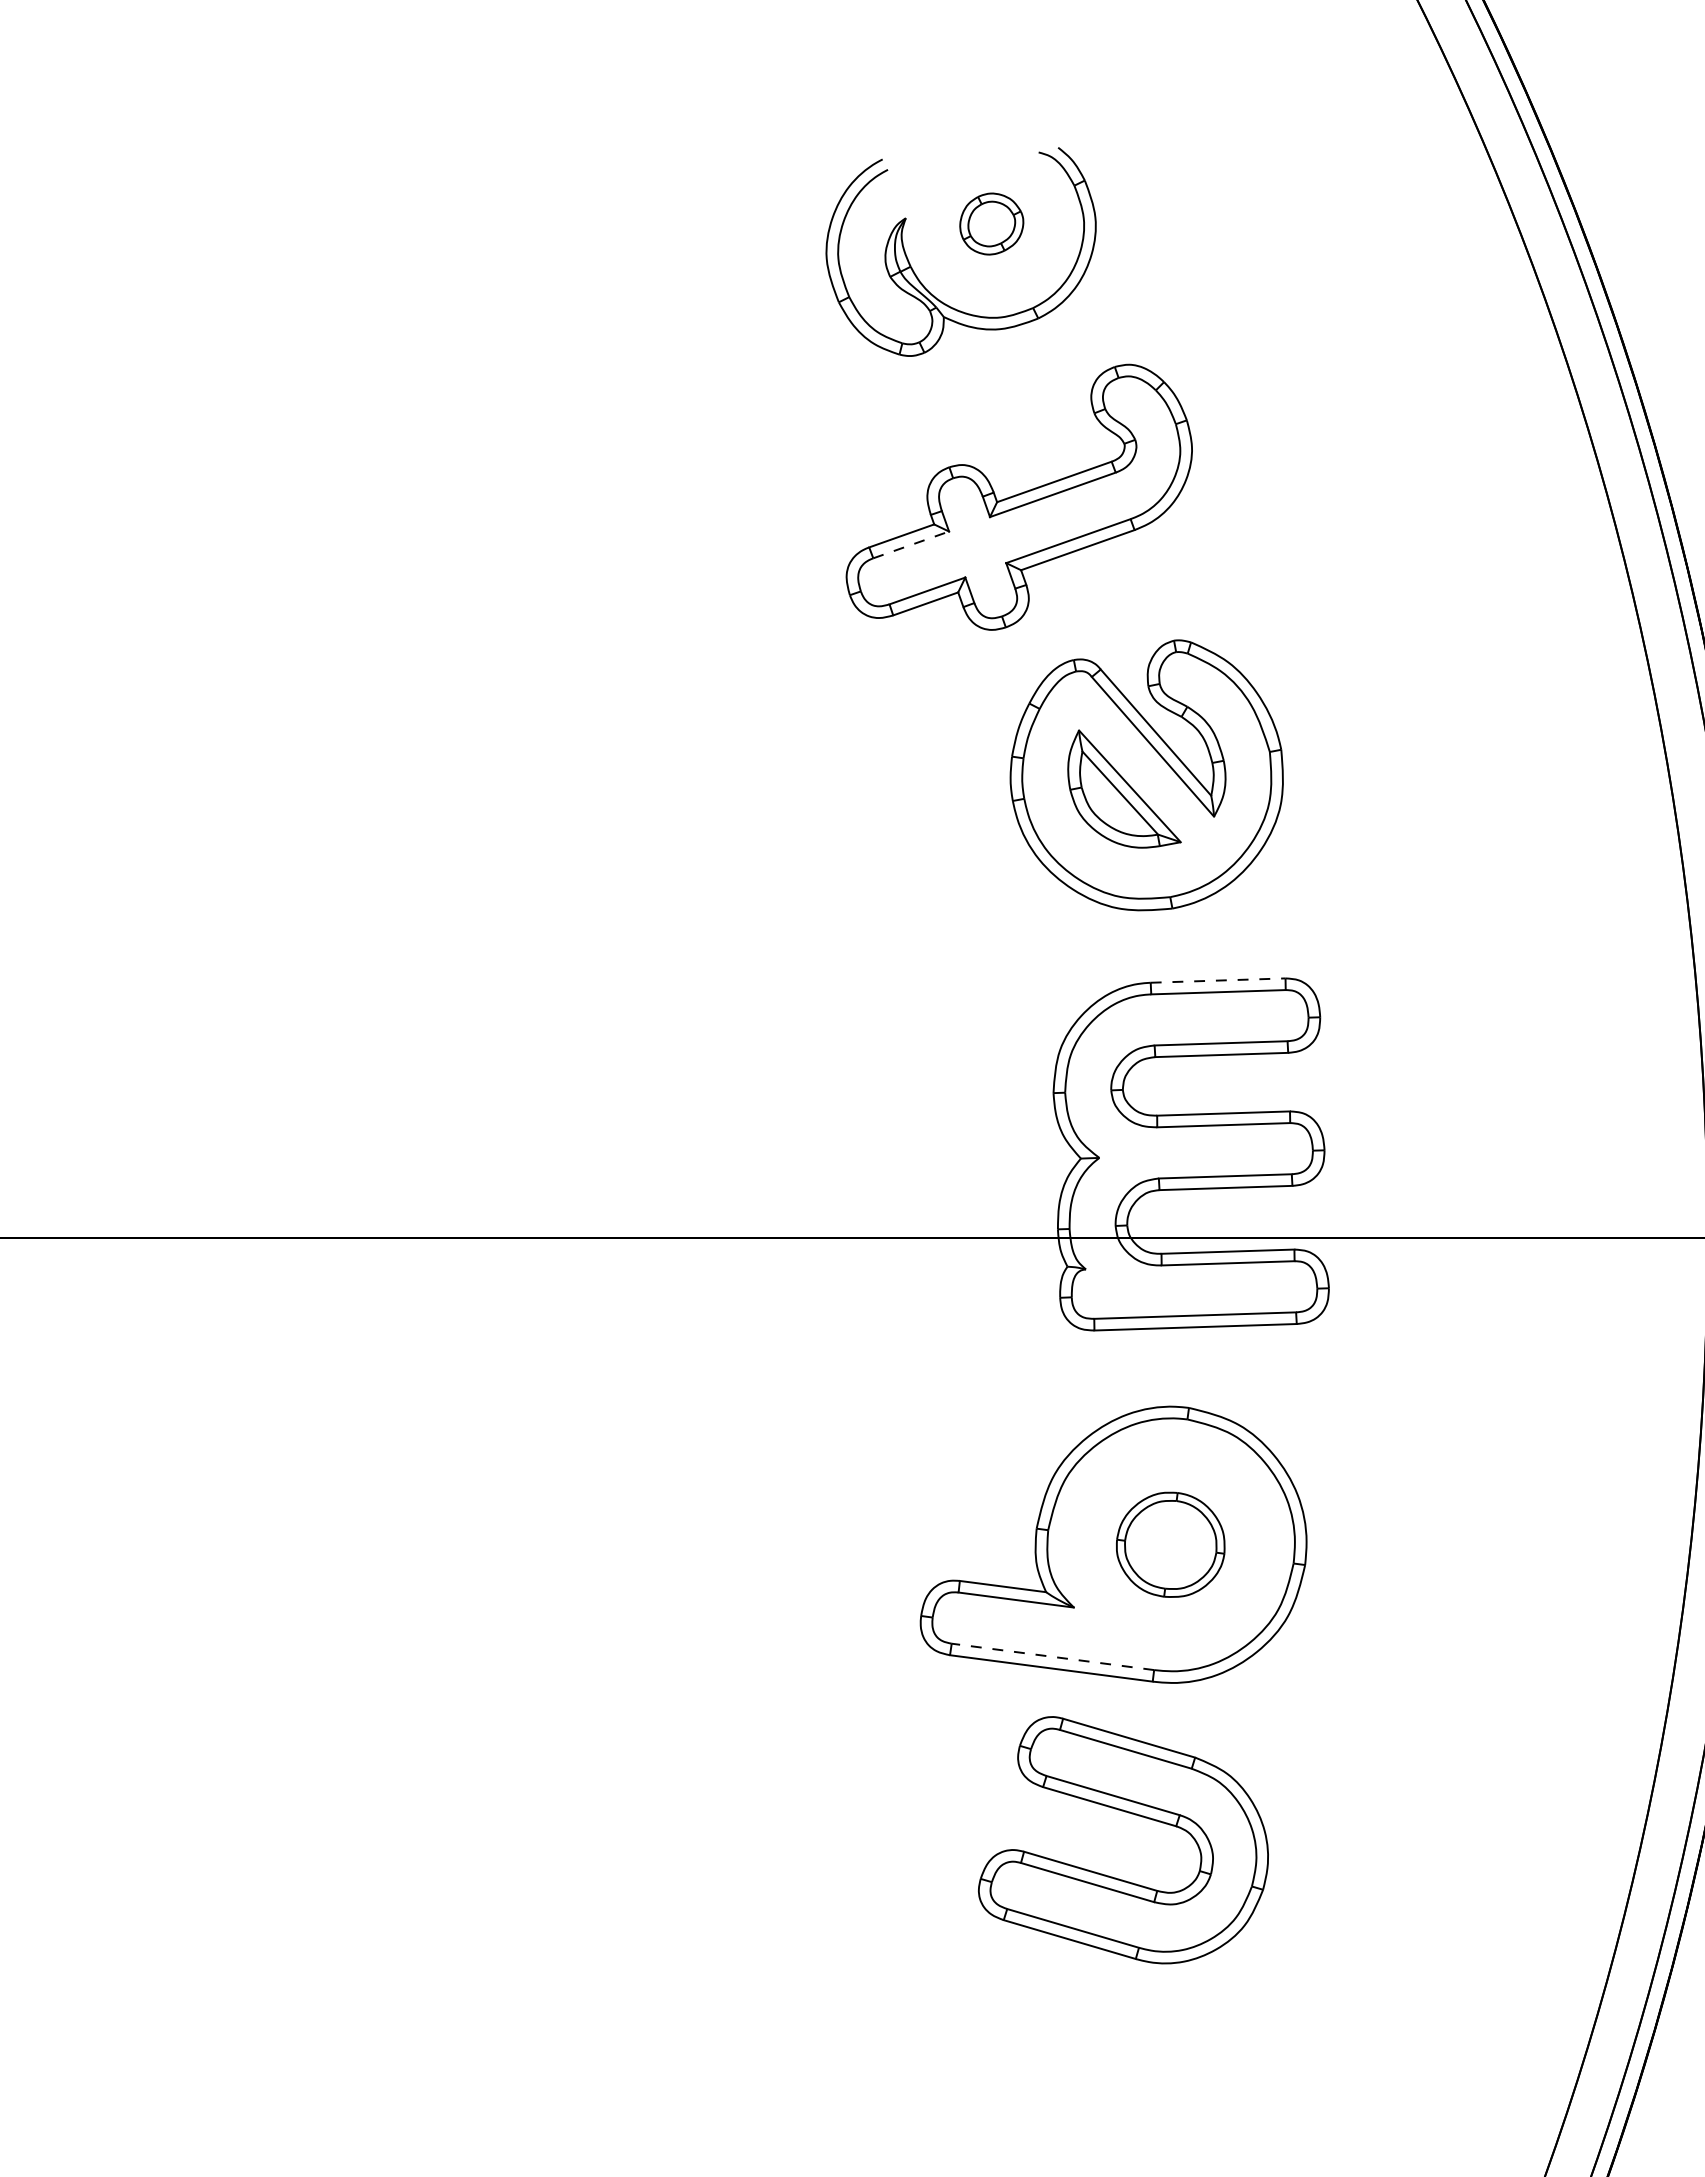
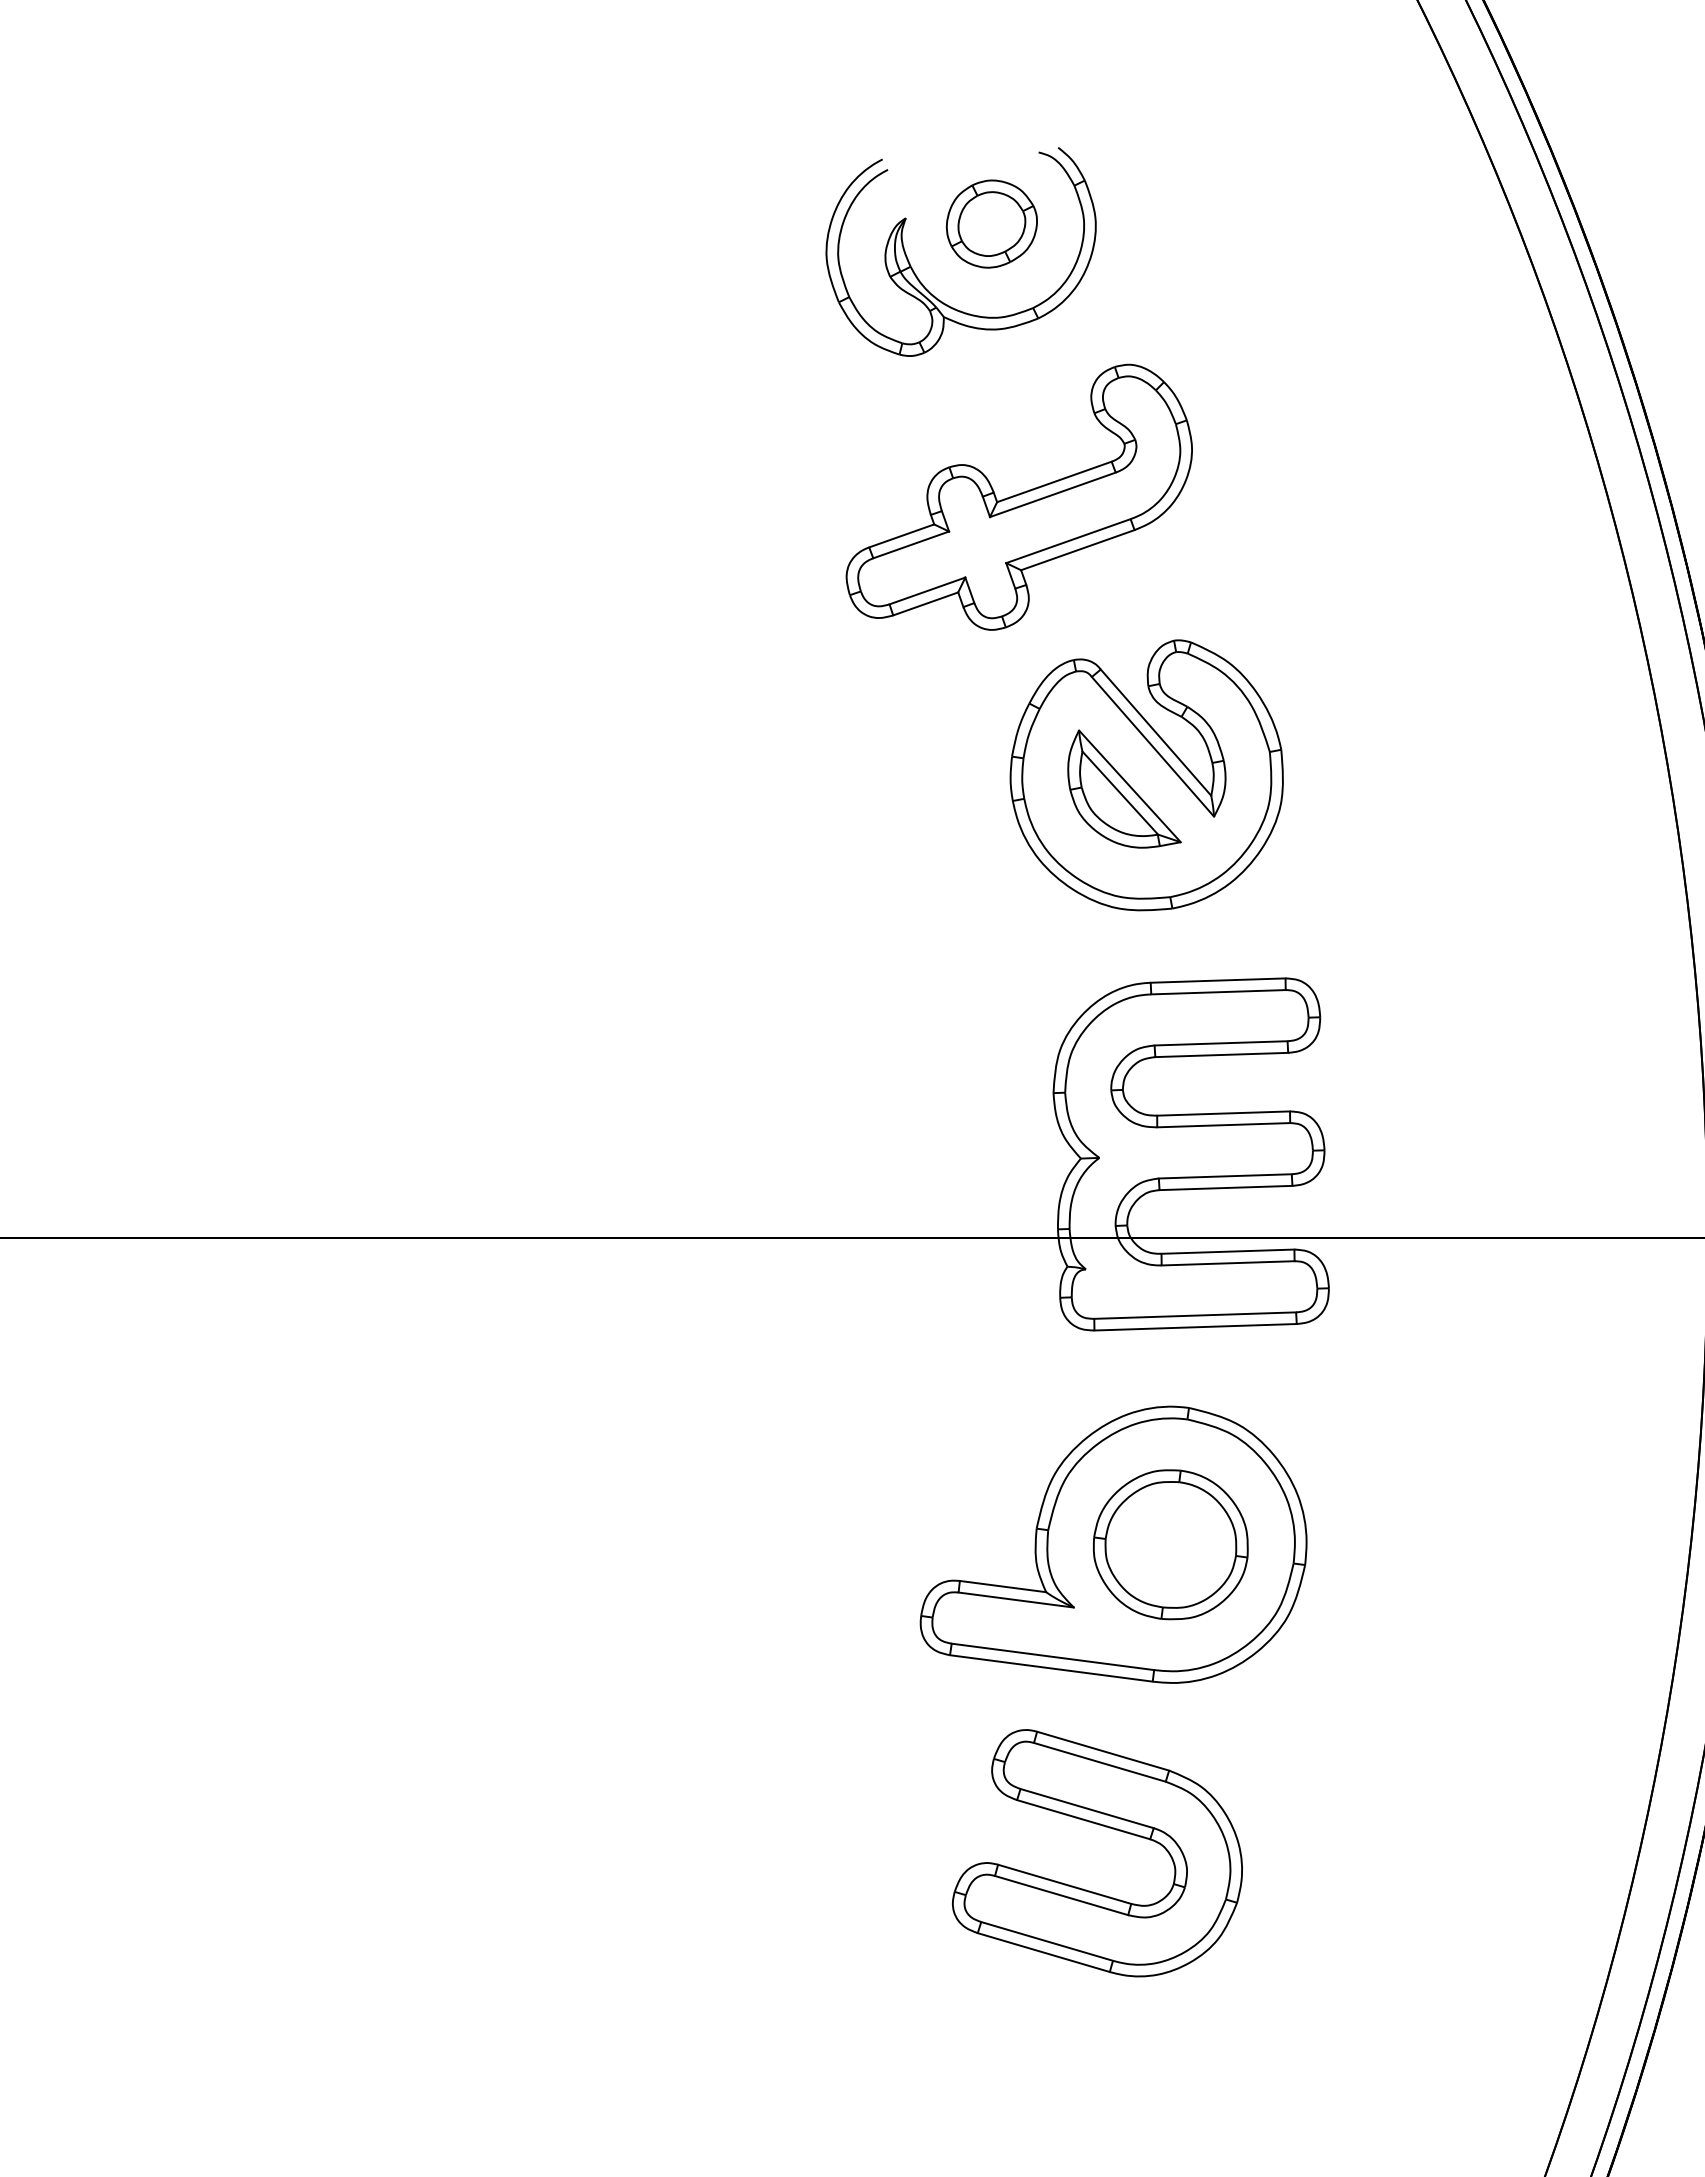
part at (991, 223) size: 66x64 px -> 93x90 px
line at (911, 544): dashed -> solid
line at (1218, 980): dashed -> solid
part at (1170, 1544) size: 110x107 px -> 157x152 px
line at (1052, 1656): dashed -> solid
part at (1131, 1814) position: (1131, 1814) -> (1105, 1827)
